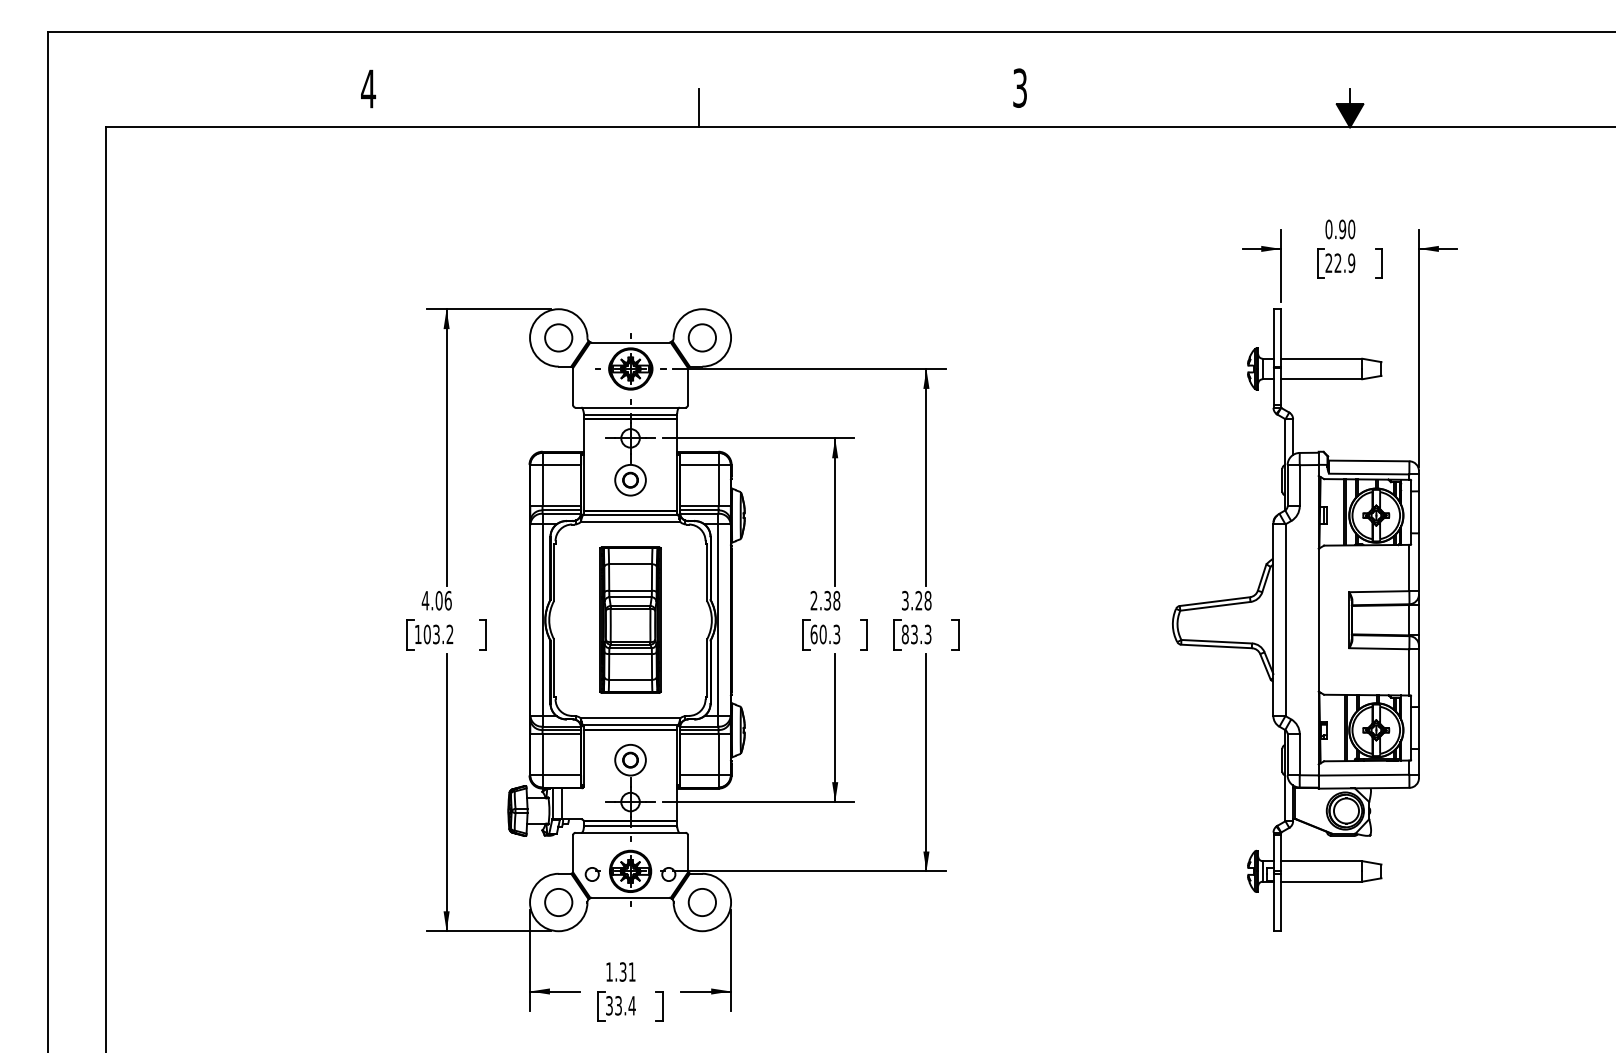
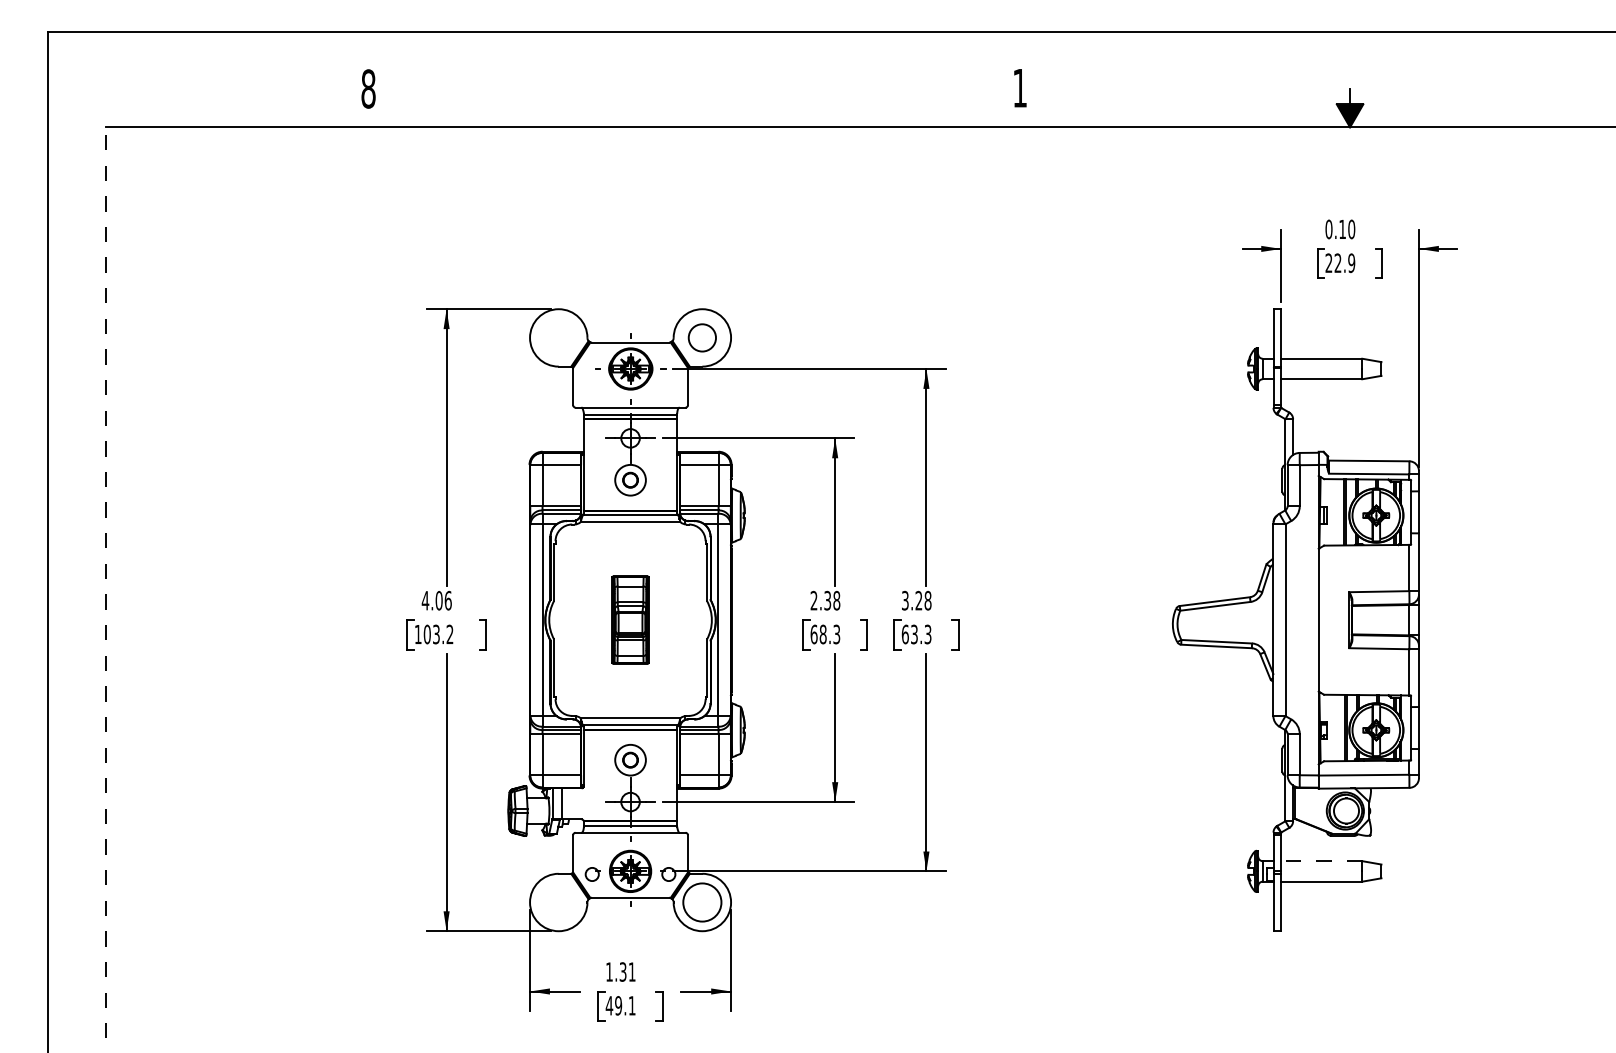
text at (1019, 87): 3 -> 1
text at (368, 88): 4 -> 8
line at (699, 108): present -> none
text at (1342, 229): 0.90 -> 0.10
circle at (558, 337): present -> none
line at (105, 590): solid -> dashed
part at (630, 619) size: 63x148 px -> 39x90 px
text at (822, 634): 60.3 -> 68.3
text at (904, 634): 83.3 -> 63.3
line at (1321, 861): solid -> dashed
circle at (558, 902): present -> none
circle at (702, 902) diameter: 27 px -> 38 px
text at (620, 1005): 33.4 -> 49.1
